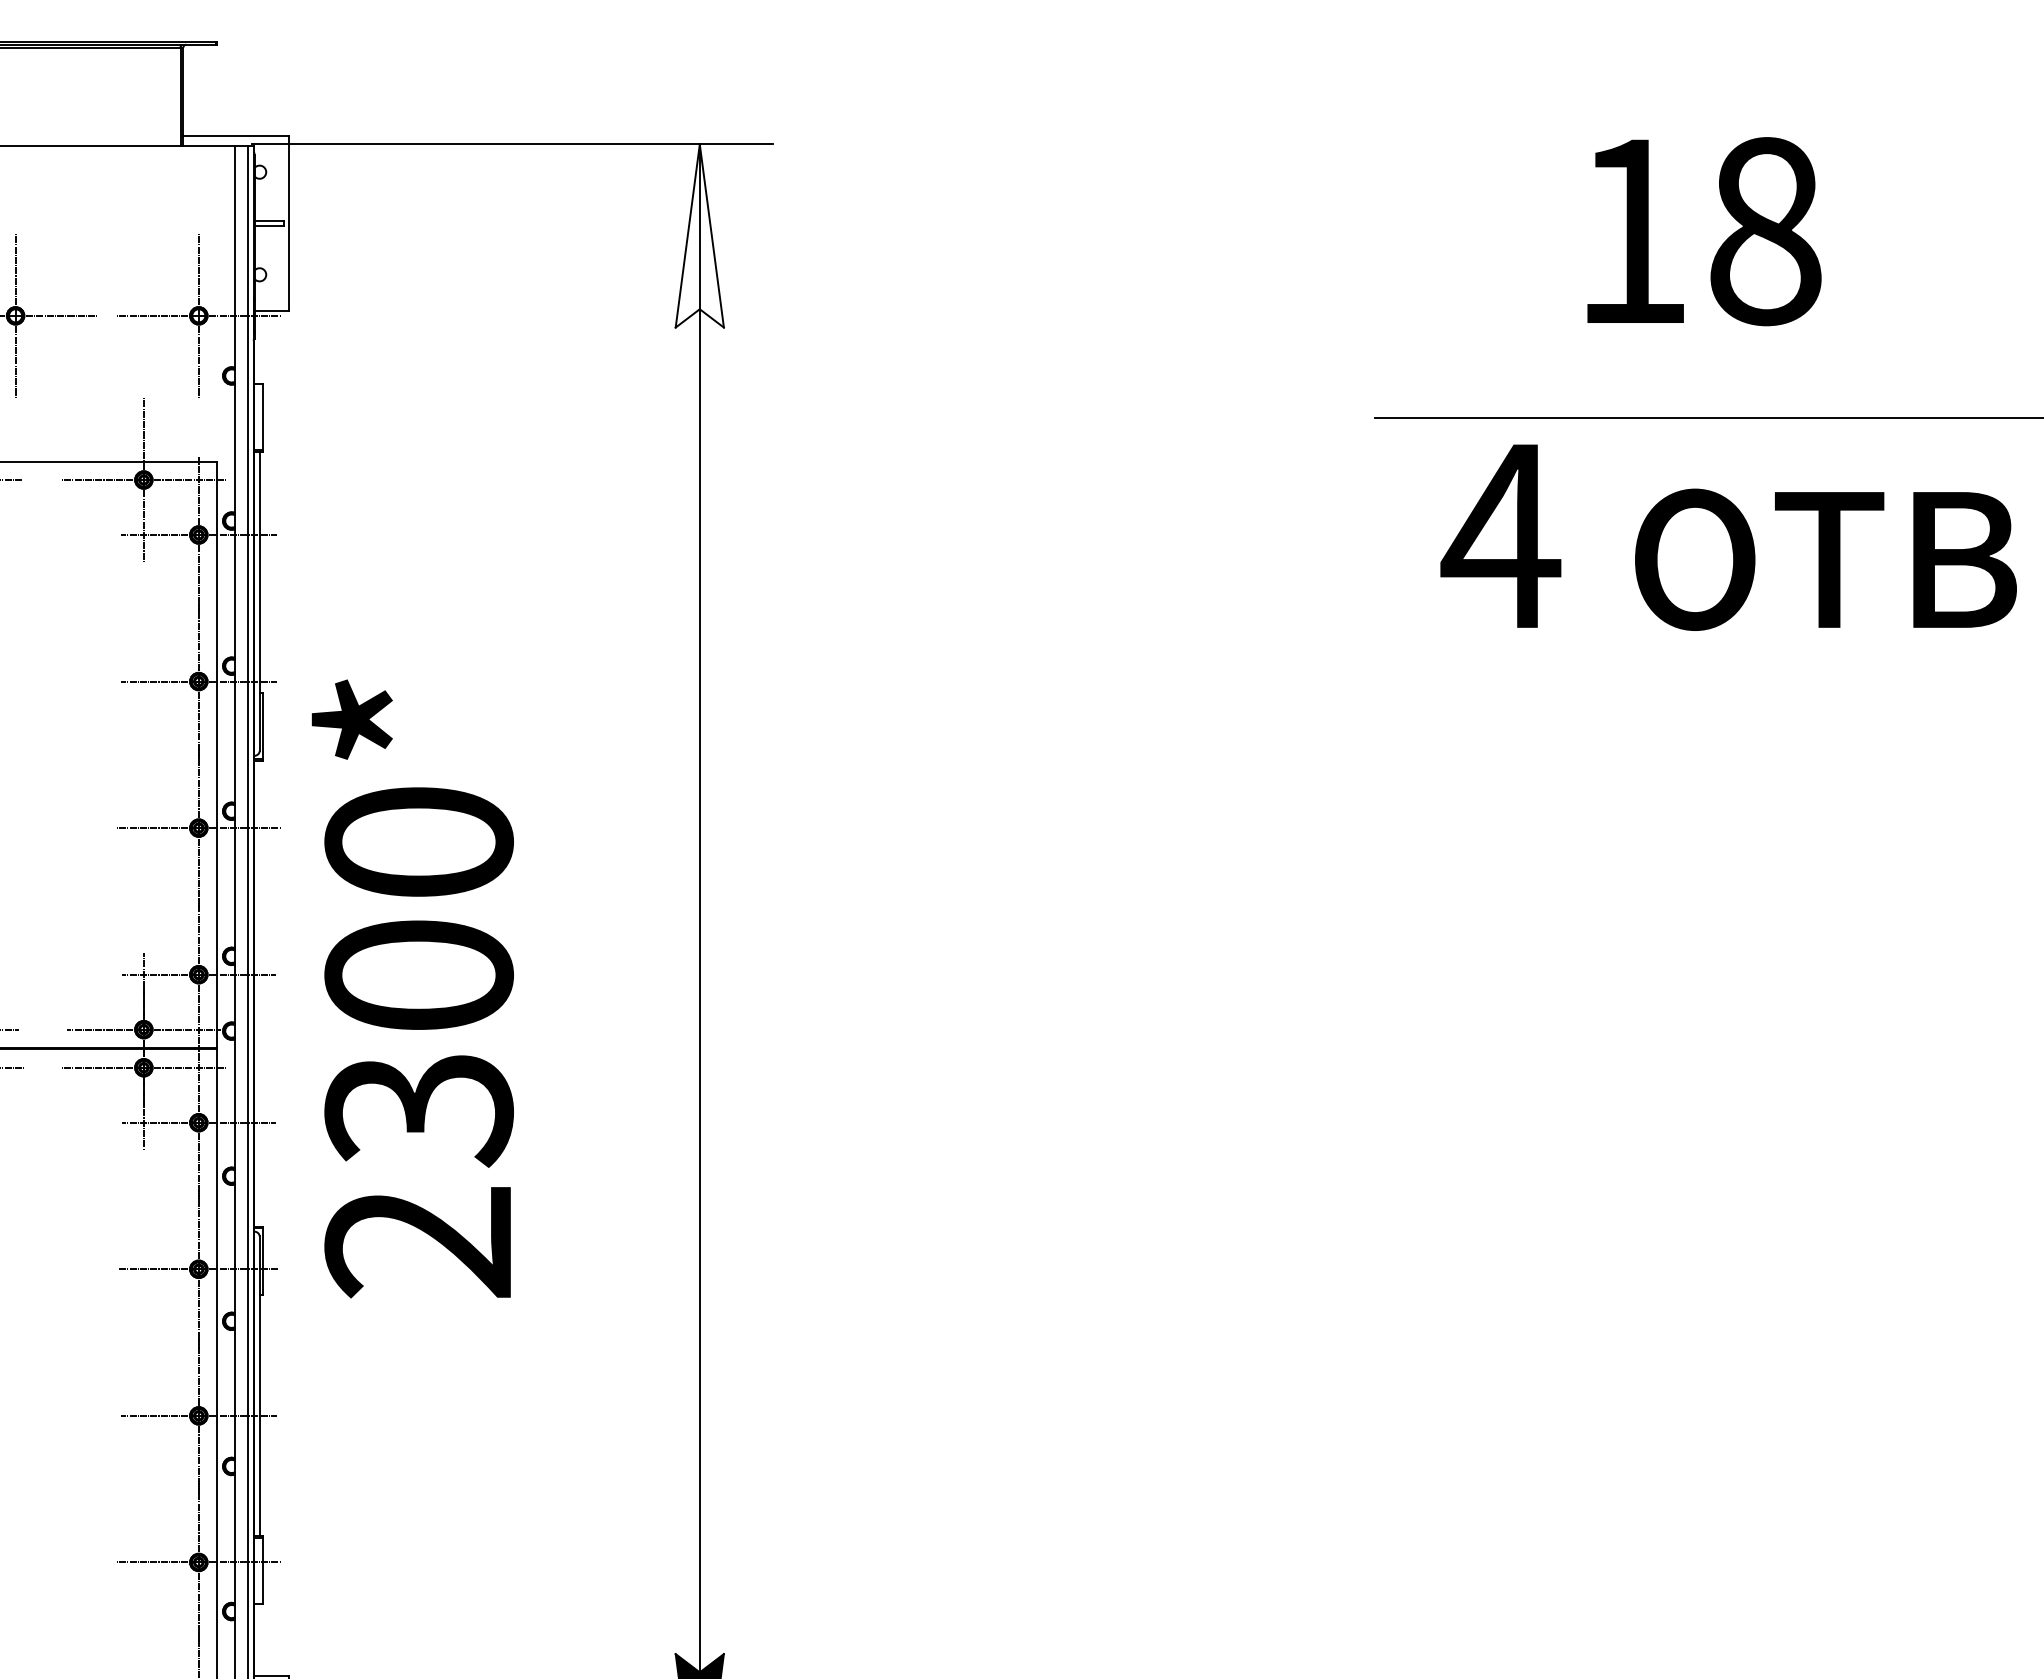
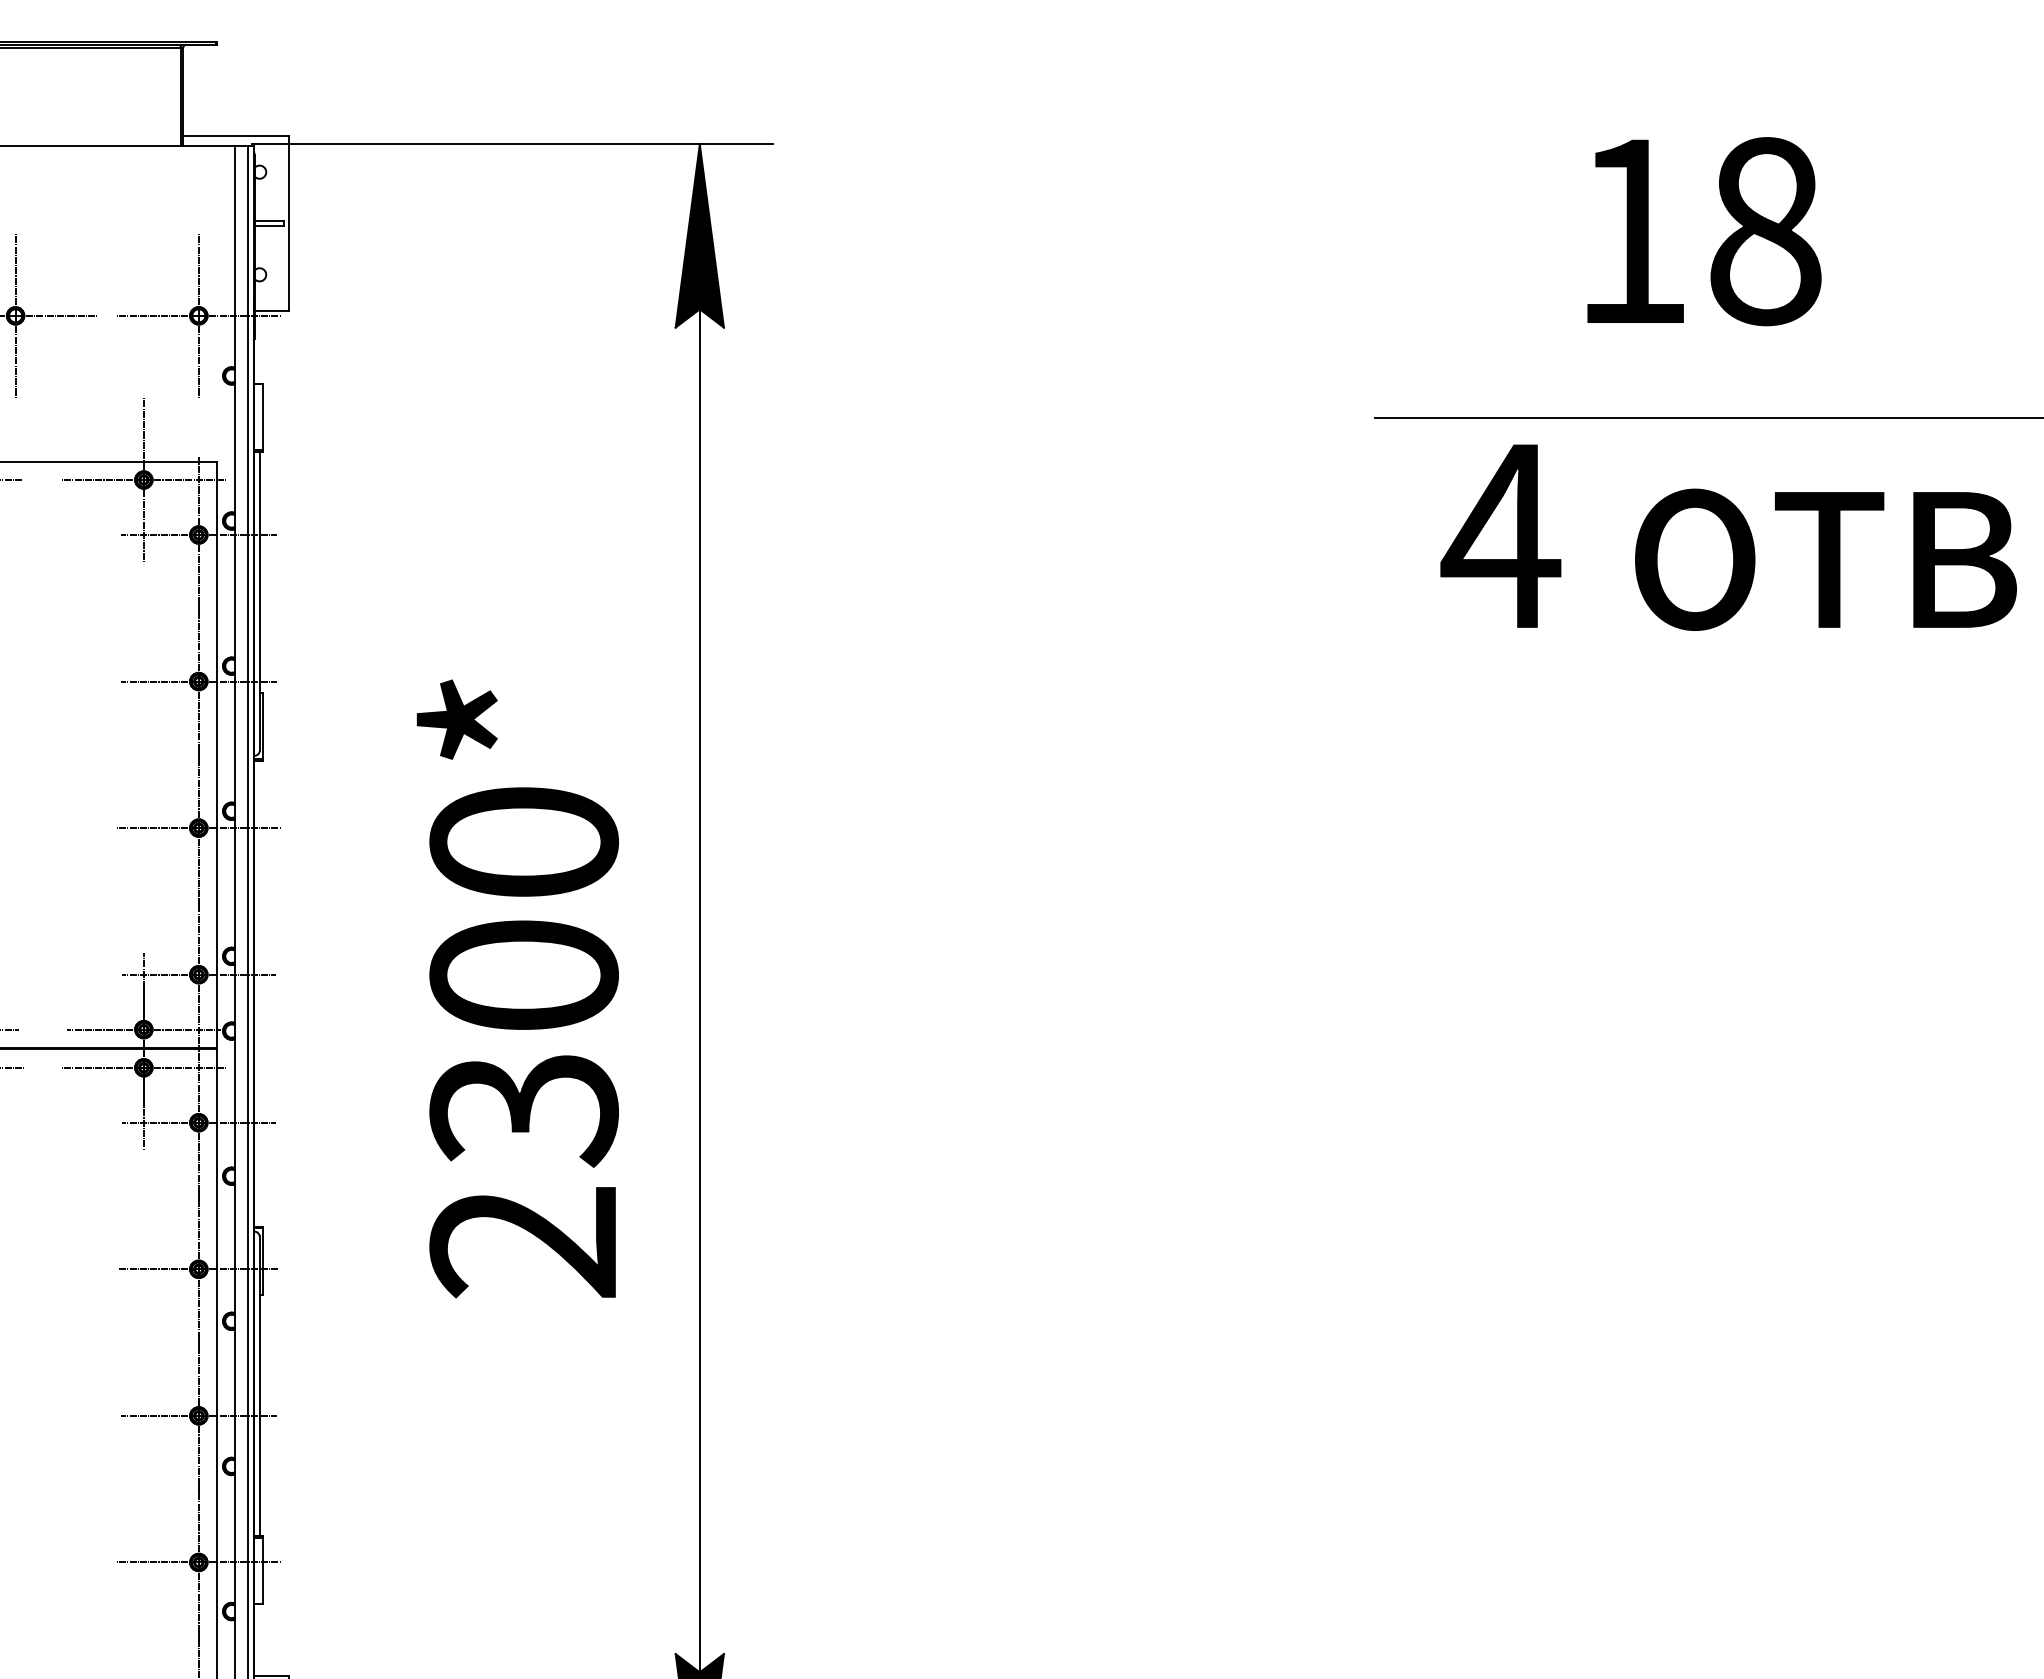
fill at (699, 235): none -> present
text at (412, 988) position: (412, 988) -> (517, 988)
